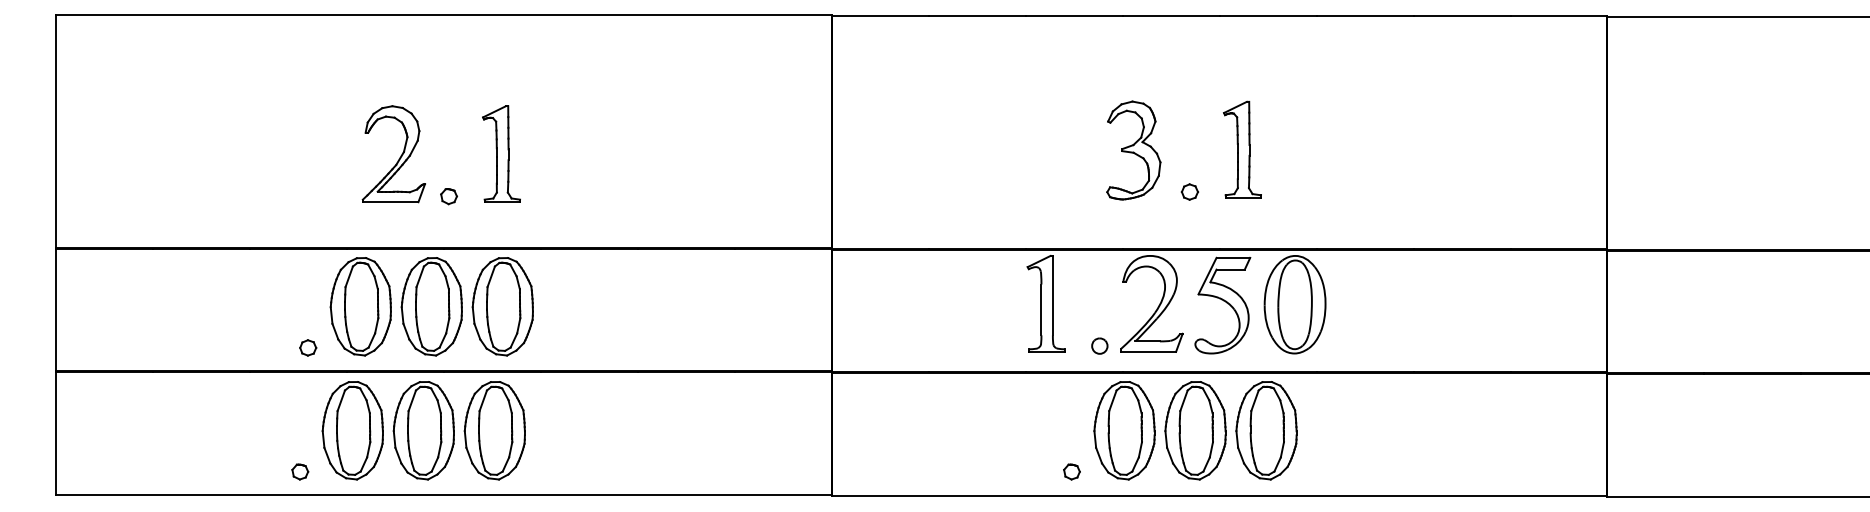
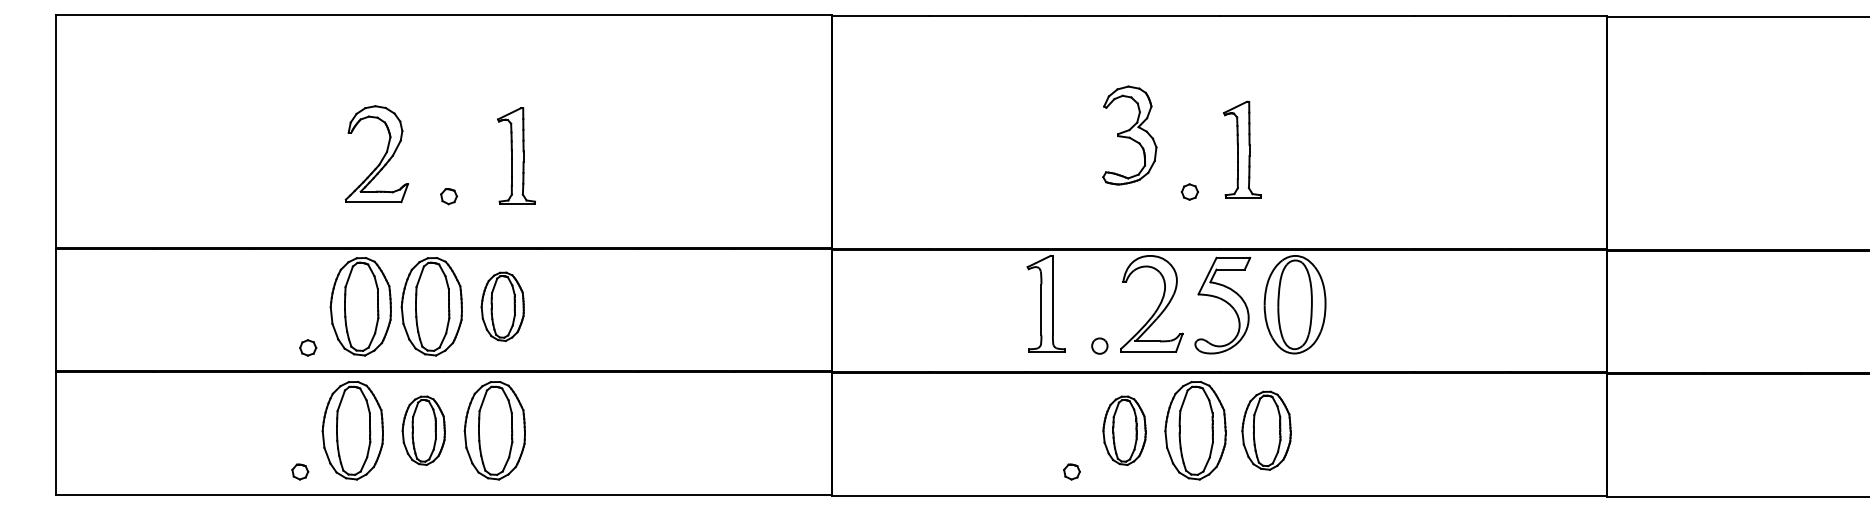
part at (1133, 150) position: (1133, 150) -> (1129, 135)
part at (501, 153) position: (501, 153) -> (516, 155)
part at (399, 157) position: (399, 157) -> (382, 157)
part at (502, 306) size: 63x100 px -> 45x71 px
part at (423, 430) size: 63x100 px -> 45x71 px
part at (1124, 430) size: 63x100 px -> 45x71 px
part at (1266, 430) size: 63x100 px -> 51x81 px
